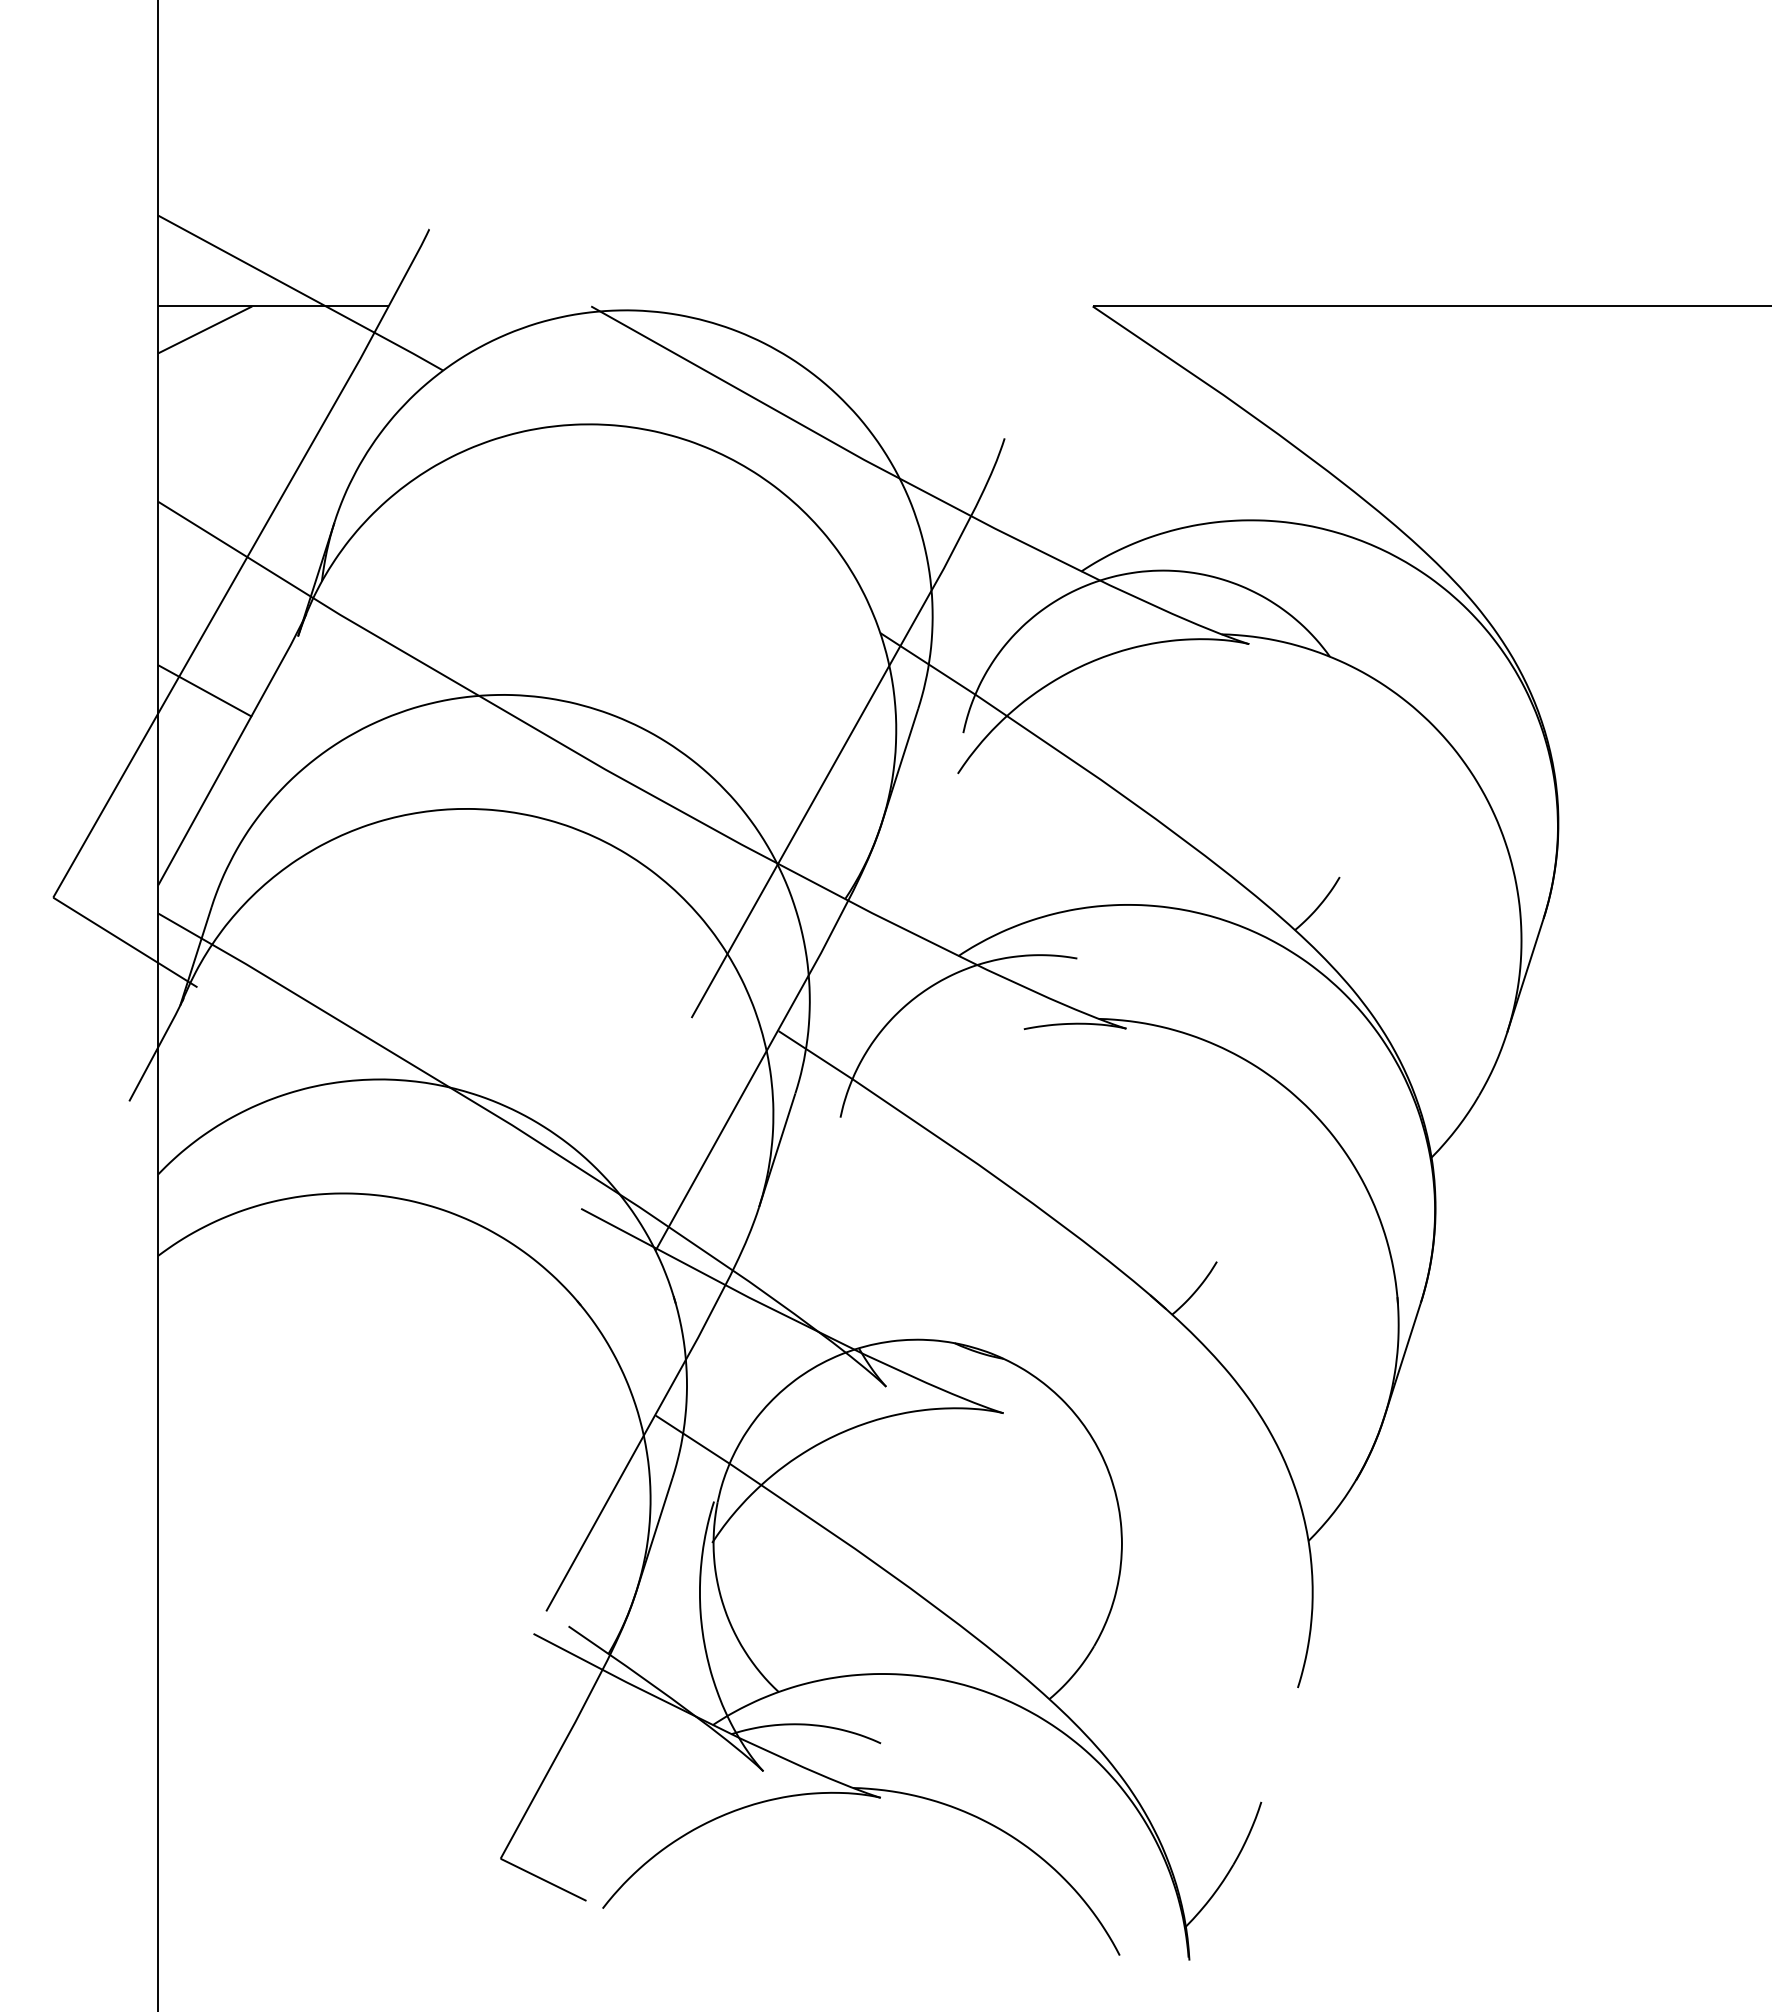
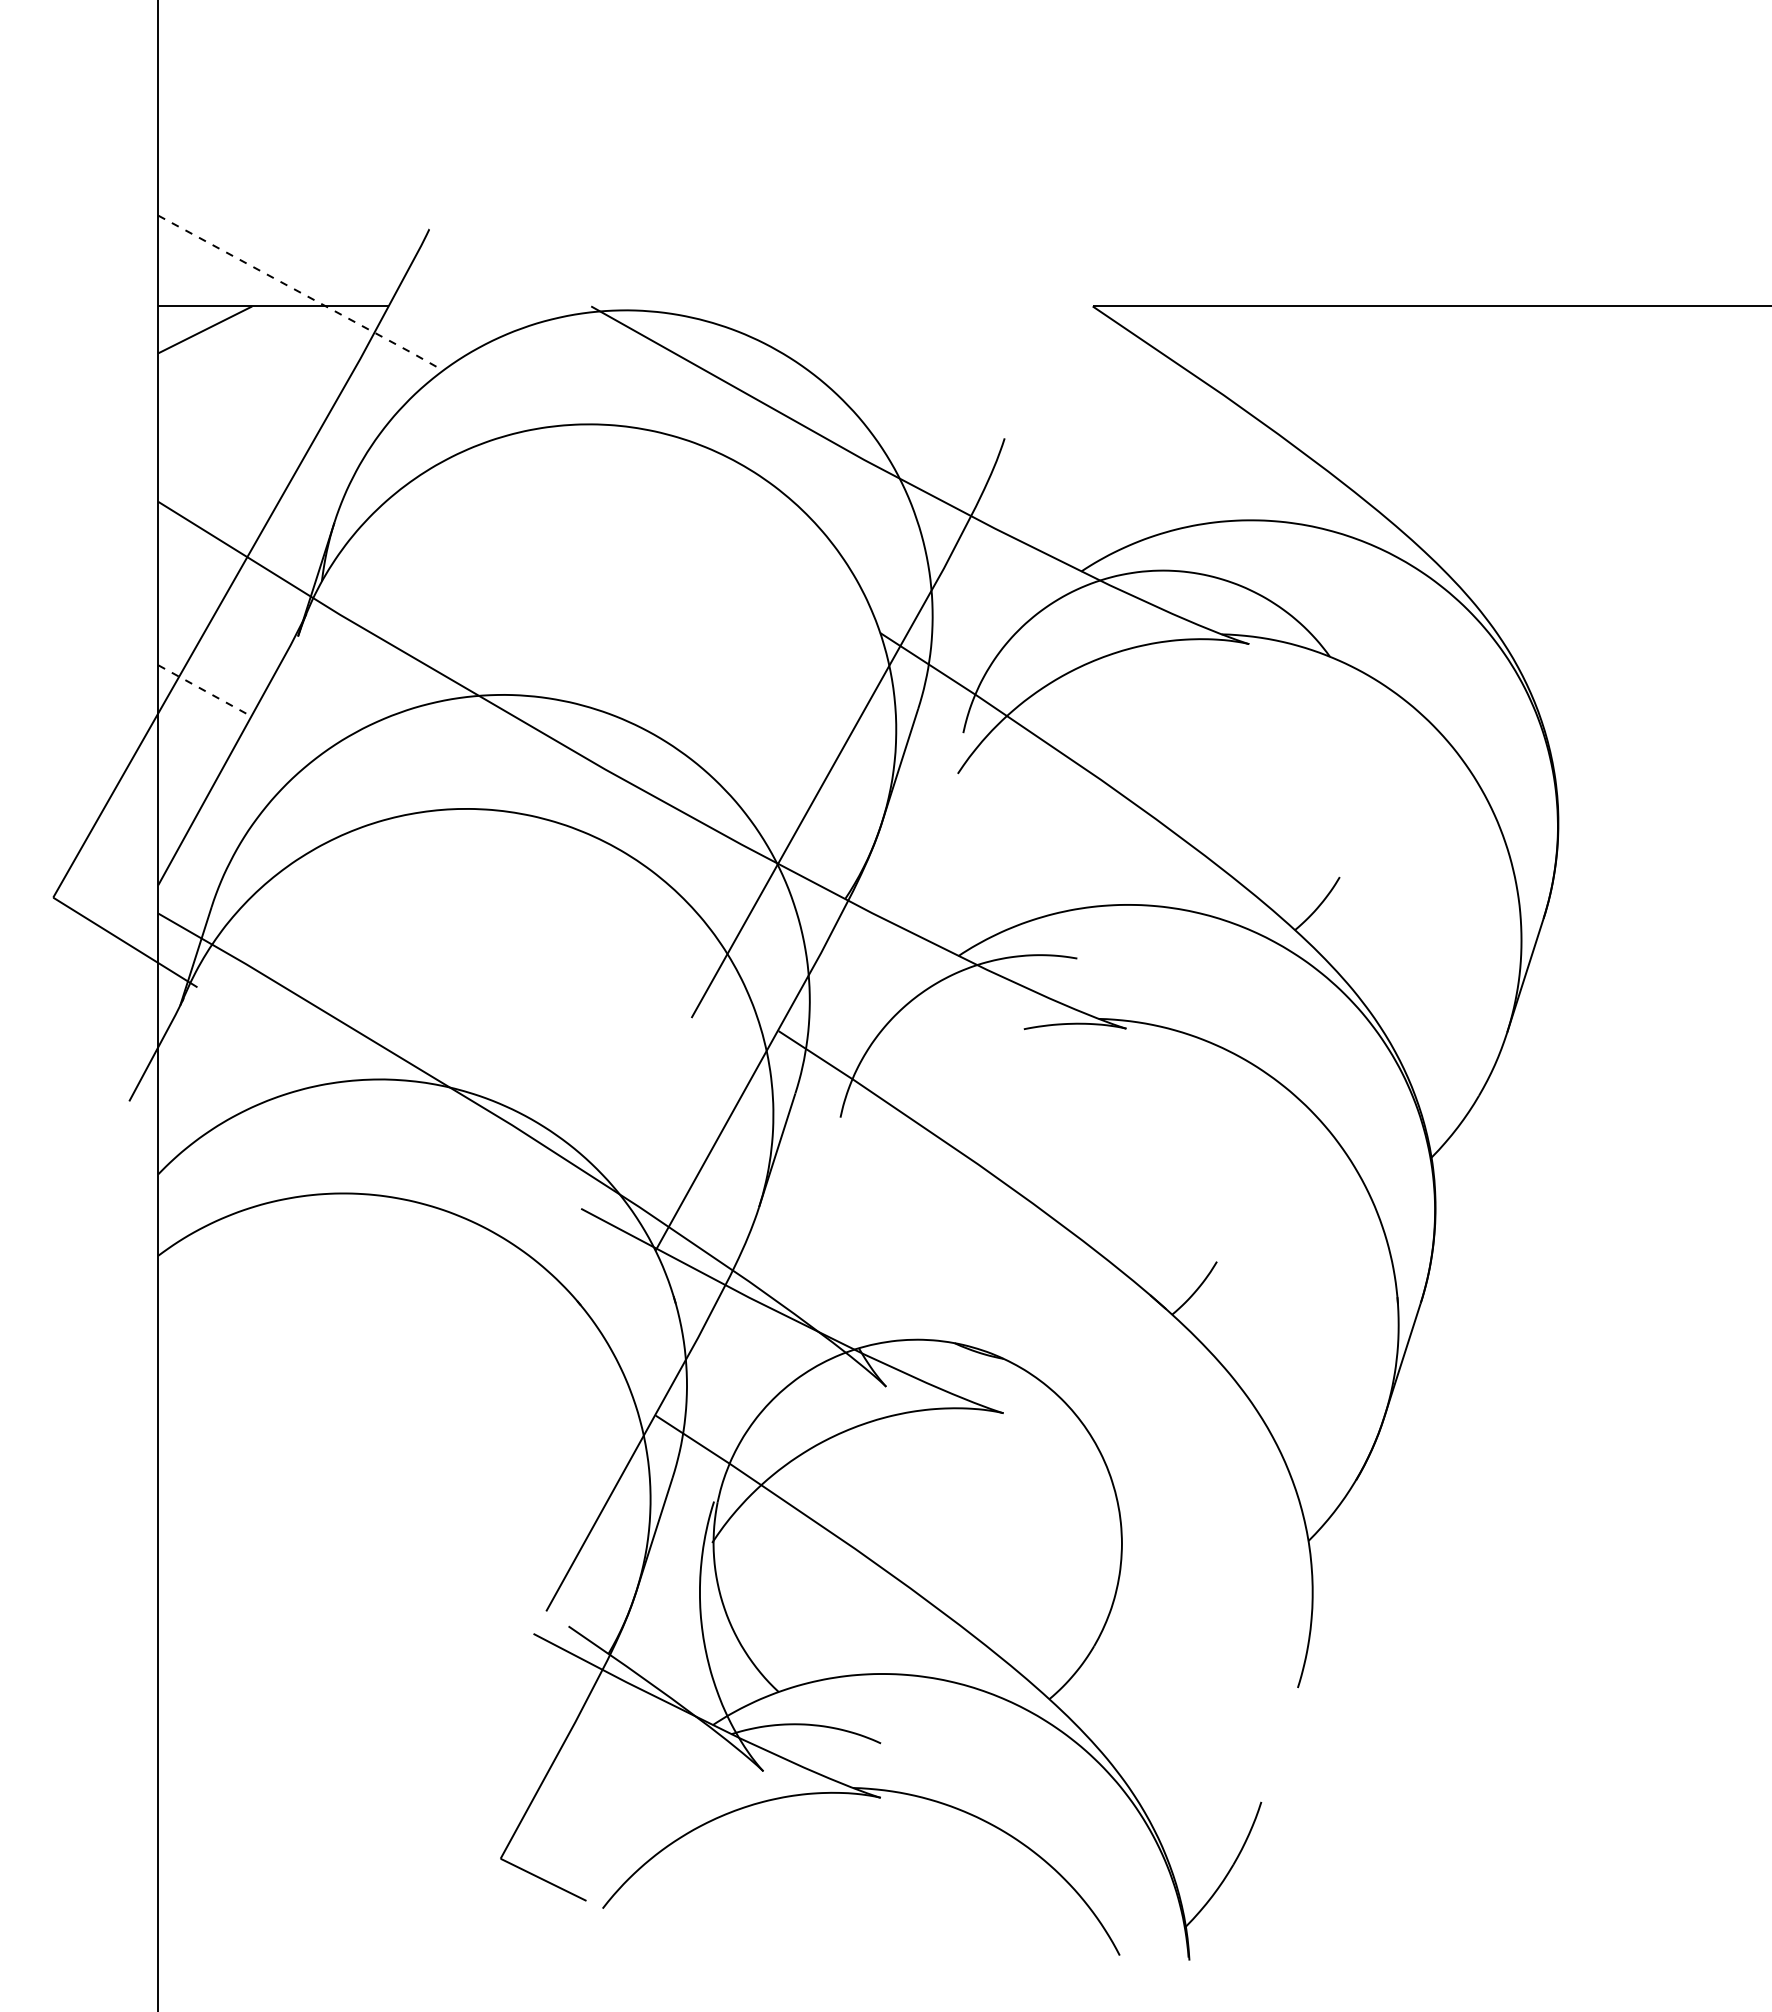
line at (302, 293): solid -> dashed
line at (205, 691): solid -> dashed
